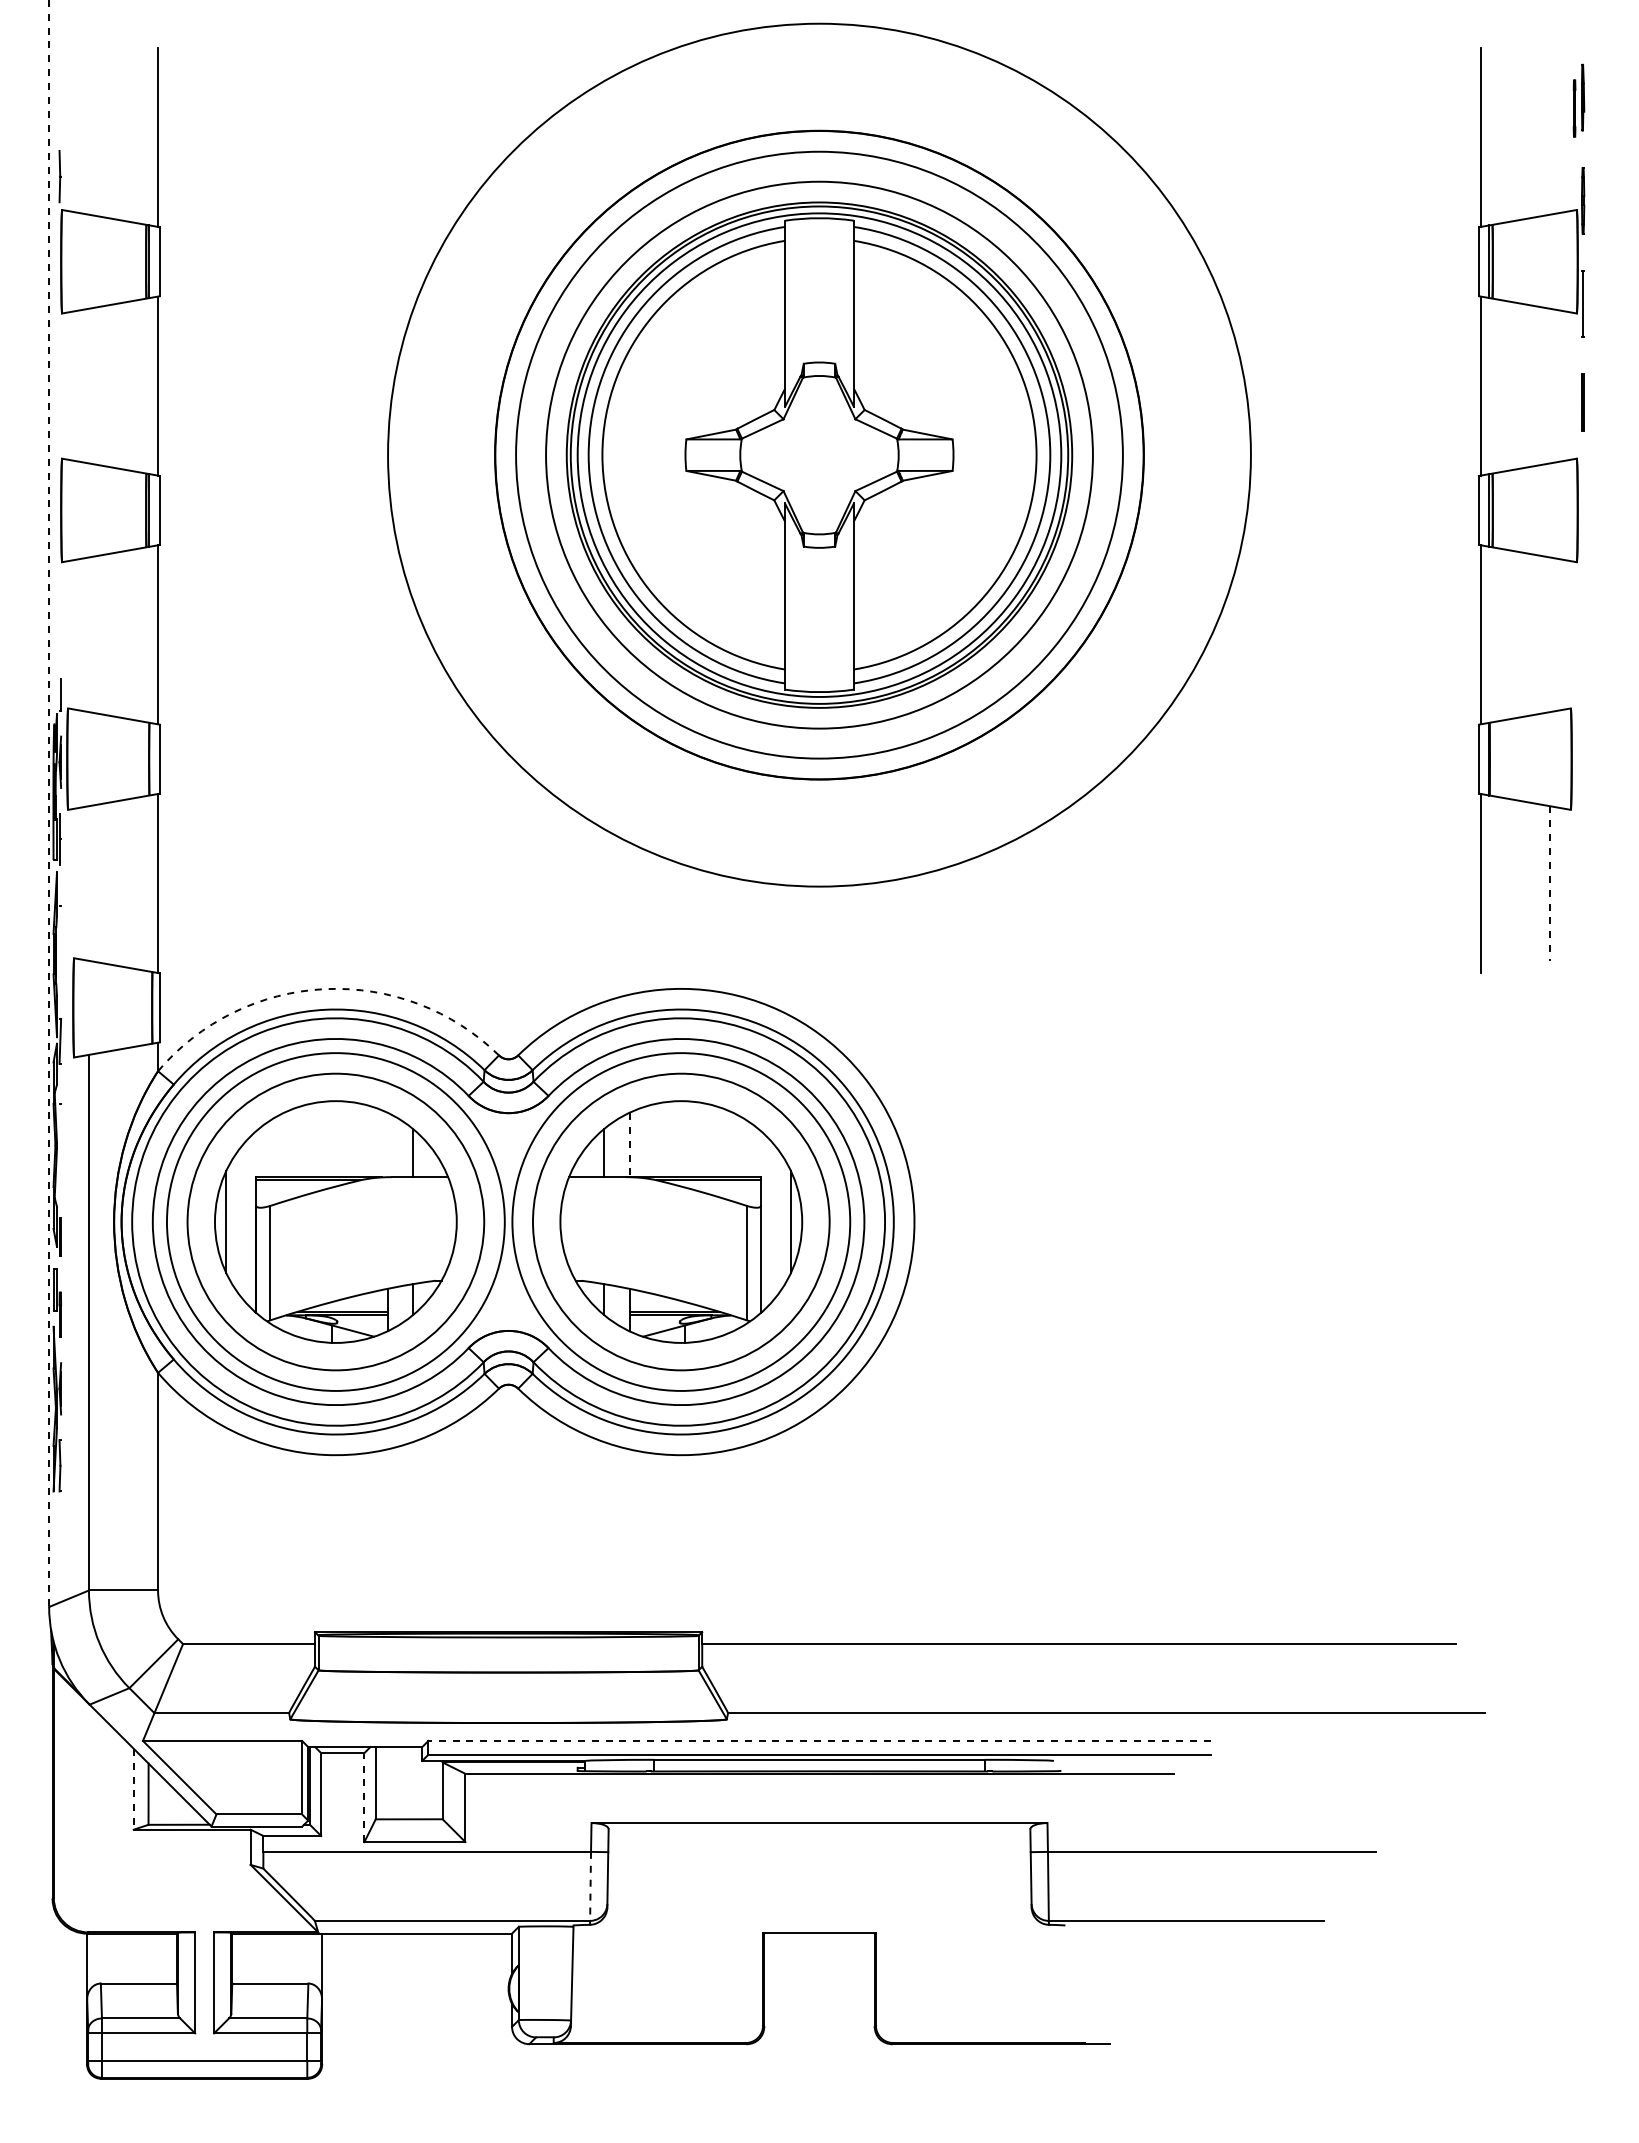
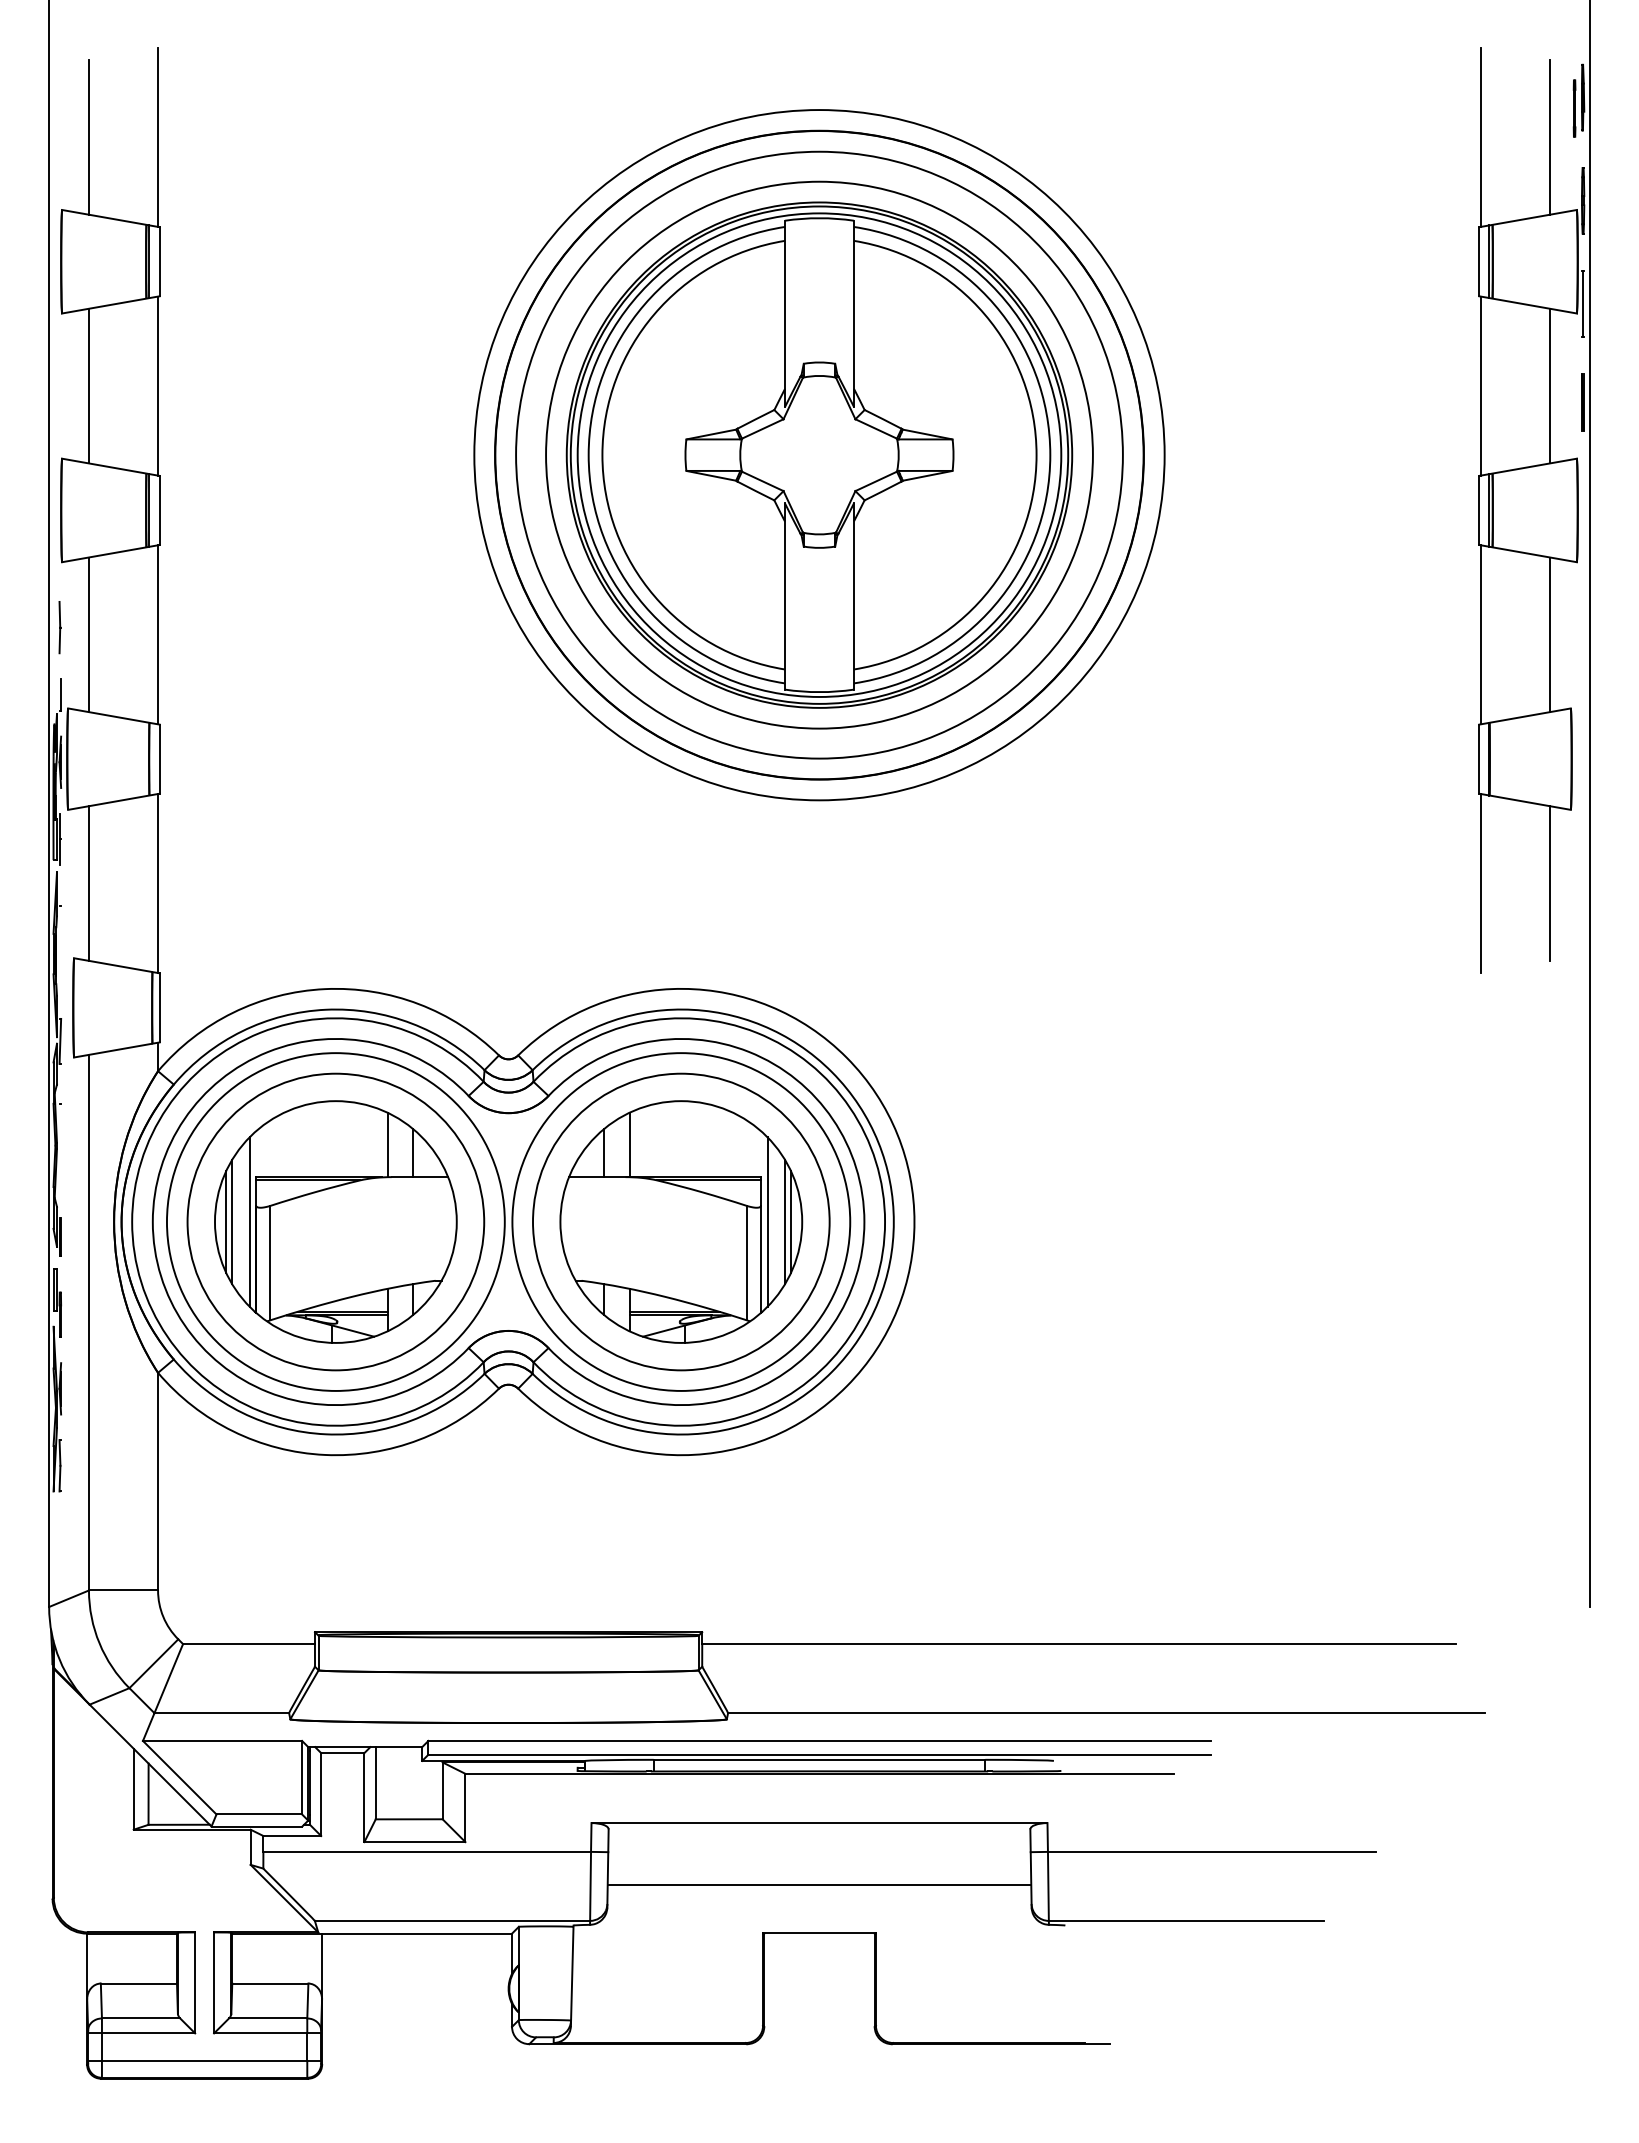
line at (88, 137): none -> present
line at (1550, 137): none -> present
line at (59, 176) position: (59, 176) -> (59, 627)
line at (88, 385): none -> present
line at (1550, 385): none -> present
circle at (819, 454) diameter: 863 px -> 690 px
line at (88, 634): none -> present
line at (1550, 634): none -> present
line at (49, 804): dashed -> solid
line at (1589, 804): none -> present
line at (88, 883): none -> present
line at (1550, 884): dashed -> solid
arc at (325, 989): dashed -> solid
line at (387, 1144): none -> present
line at (629, 1145): dashed -> solid
line at (232, 1221): none -> present
line at (249, 1221): none -> present
line at (767, 1221): none -> present
line at (784, 1221): none -> present
line at (819, 1740): dashed -> solid
line at (133, 1789): dashed -> solid
line at (364, 1797): dashed -> solid
line at (819, 1885): none -> present
line at (590, 1886): dashed -> solid
